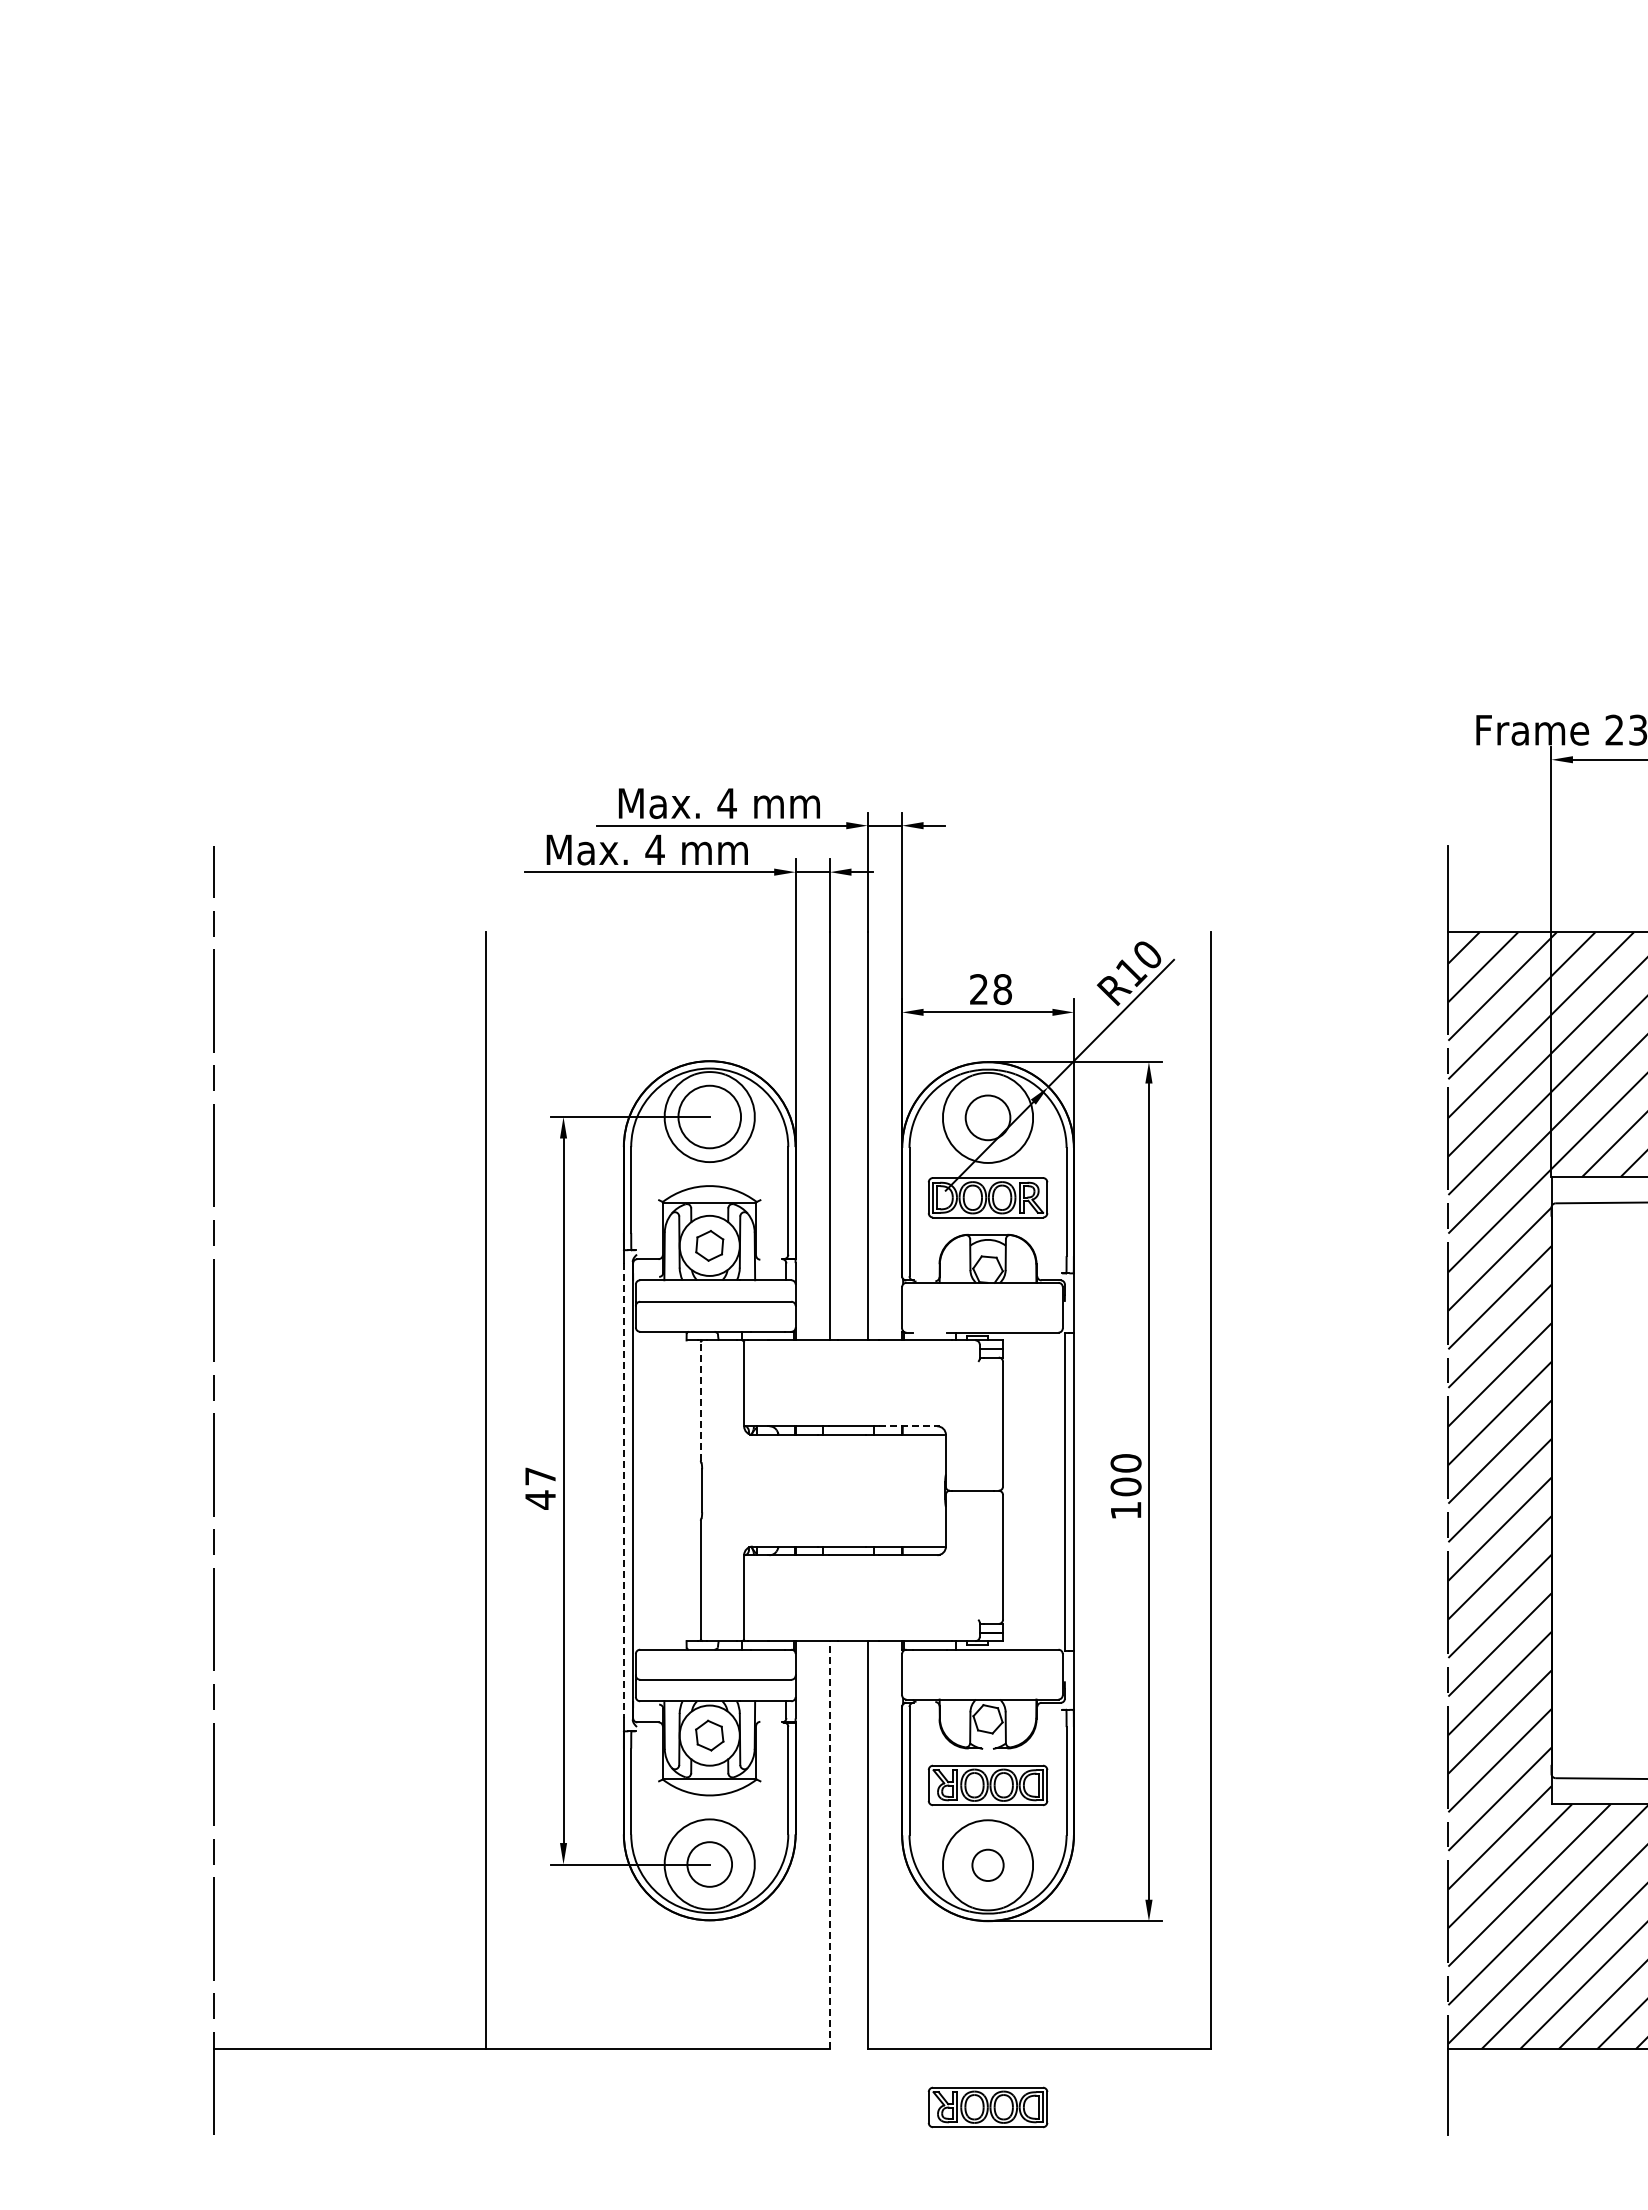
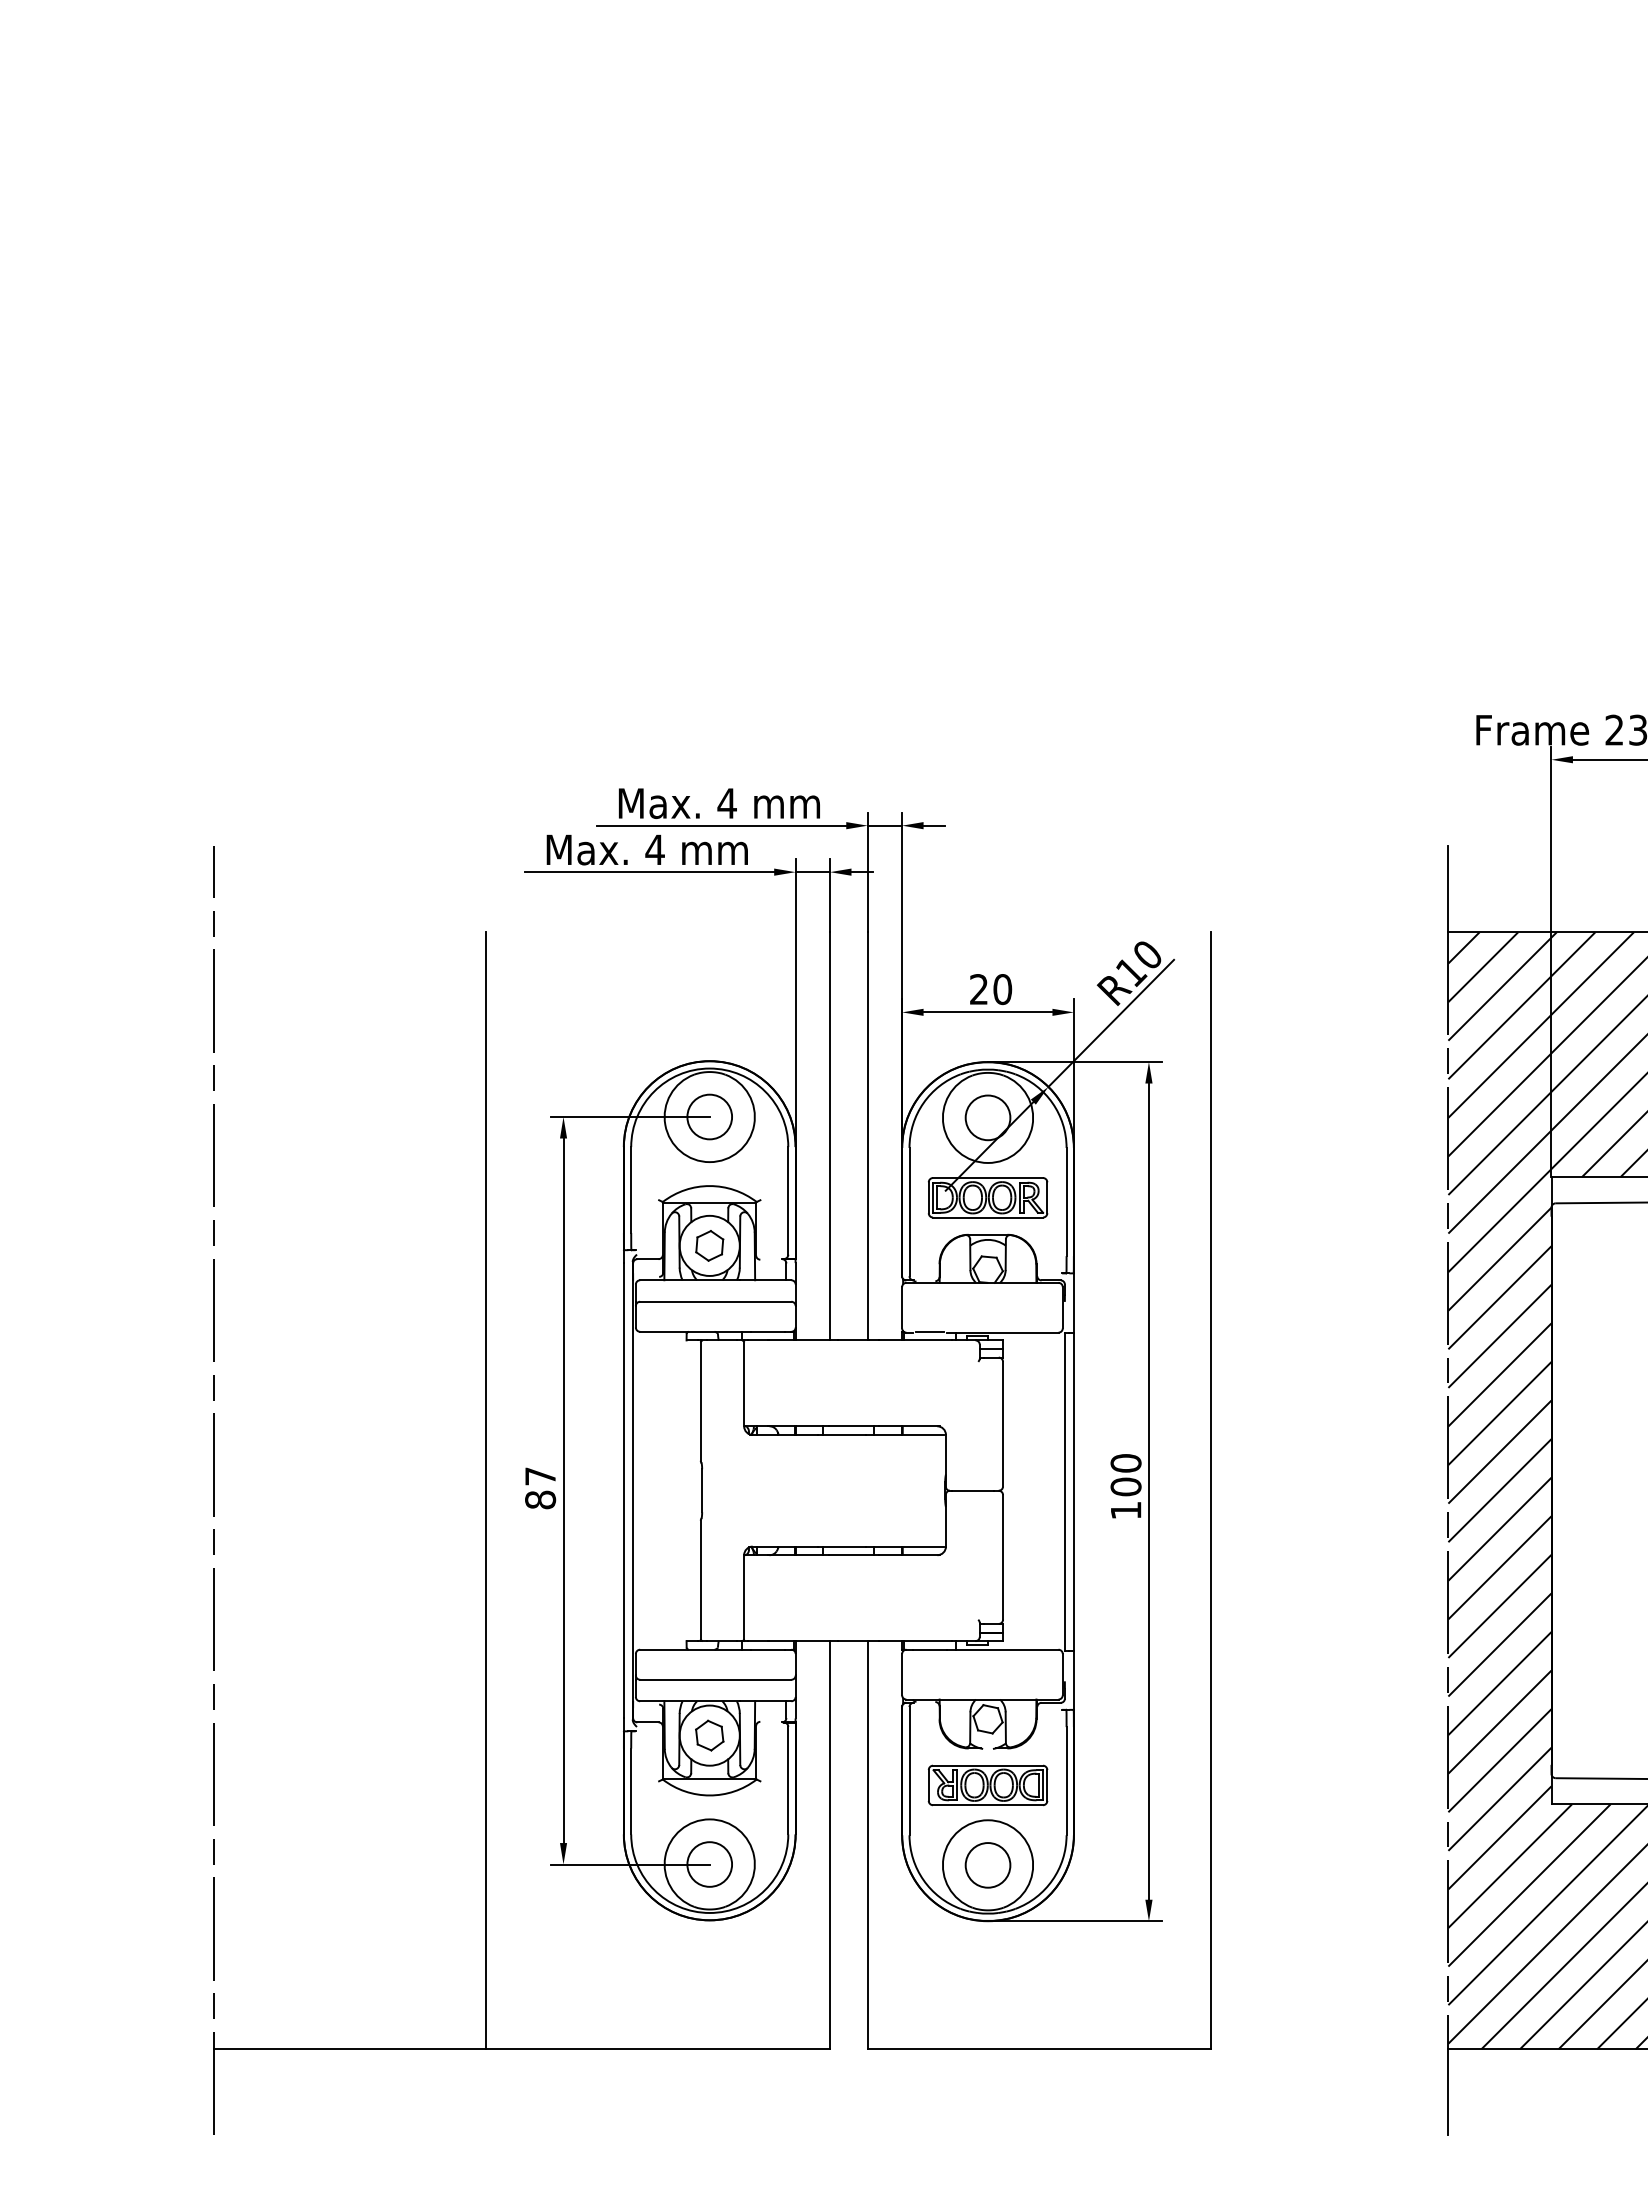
text at (1002, 989): 28 -> 20
circle at (709, 1116) diameter: 63 px -> 45 px
line at (929, 1331): none -> present
line at (700, 1401): dashed -> solid
line at (909, 1426): dashed -> solid
line at (623, 1490): dashed -> solid
text at (540, 1499): 47 -> 87
line at (830, 1844): dashed -> solid
circle at (987, 1865) diameter: 31 px -> 45 px
part at (987, 2107): present -> none
